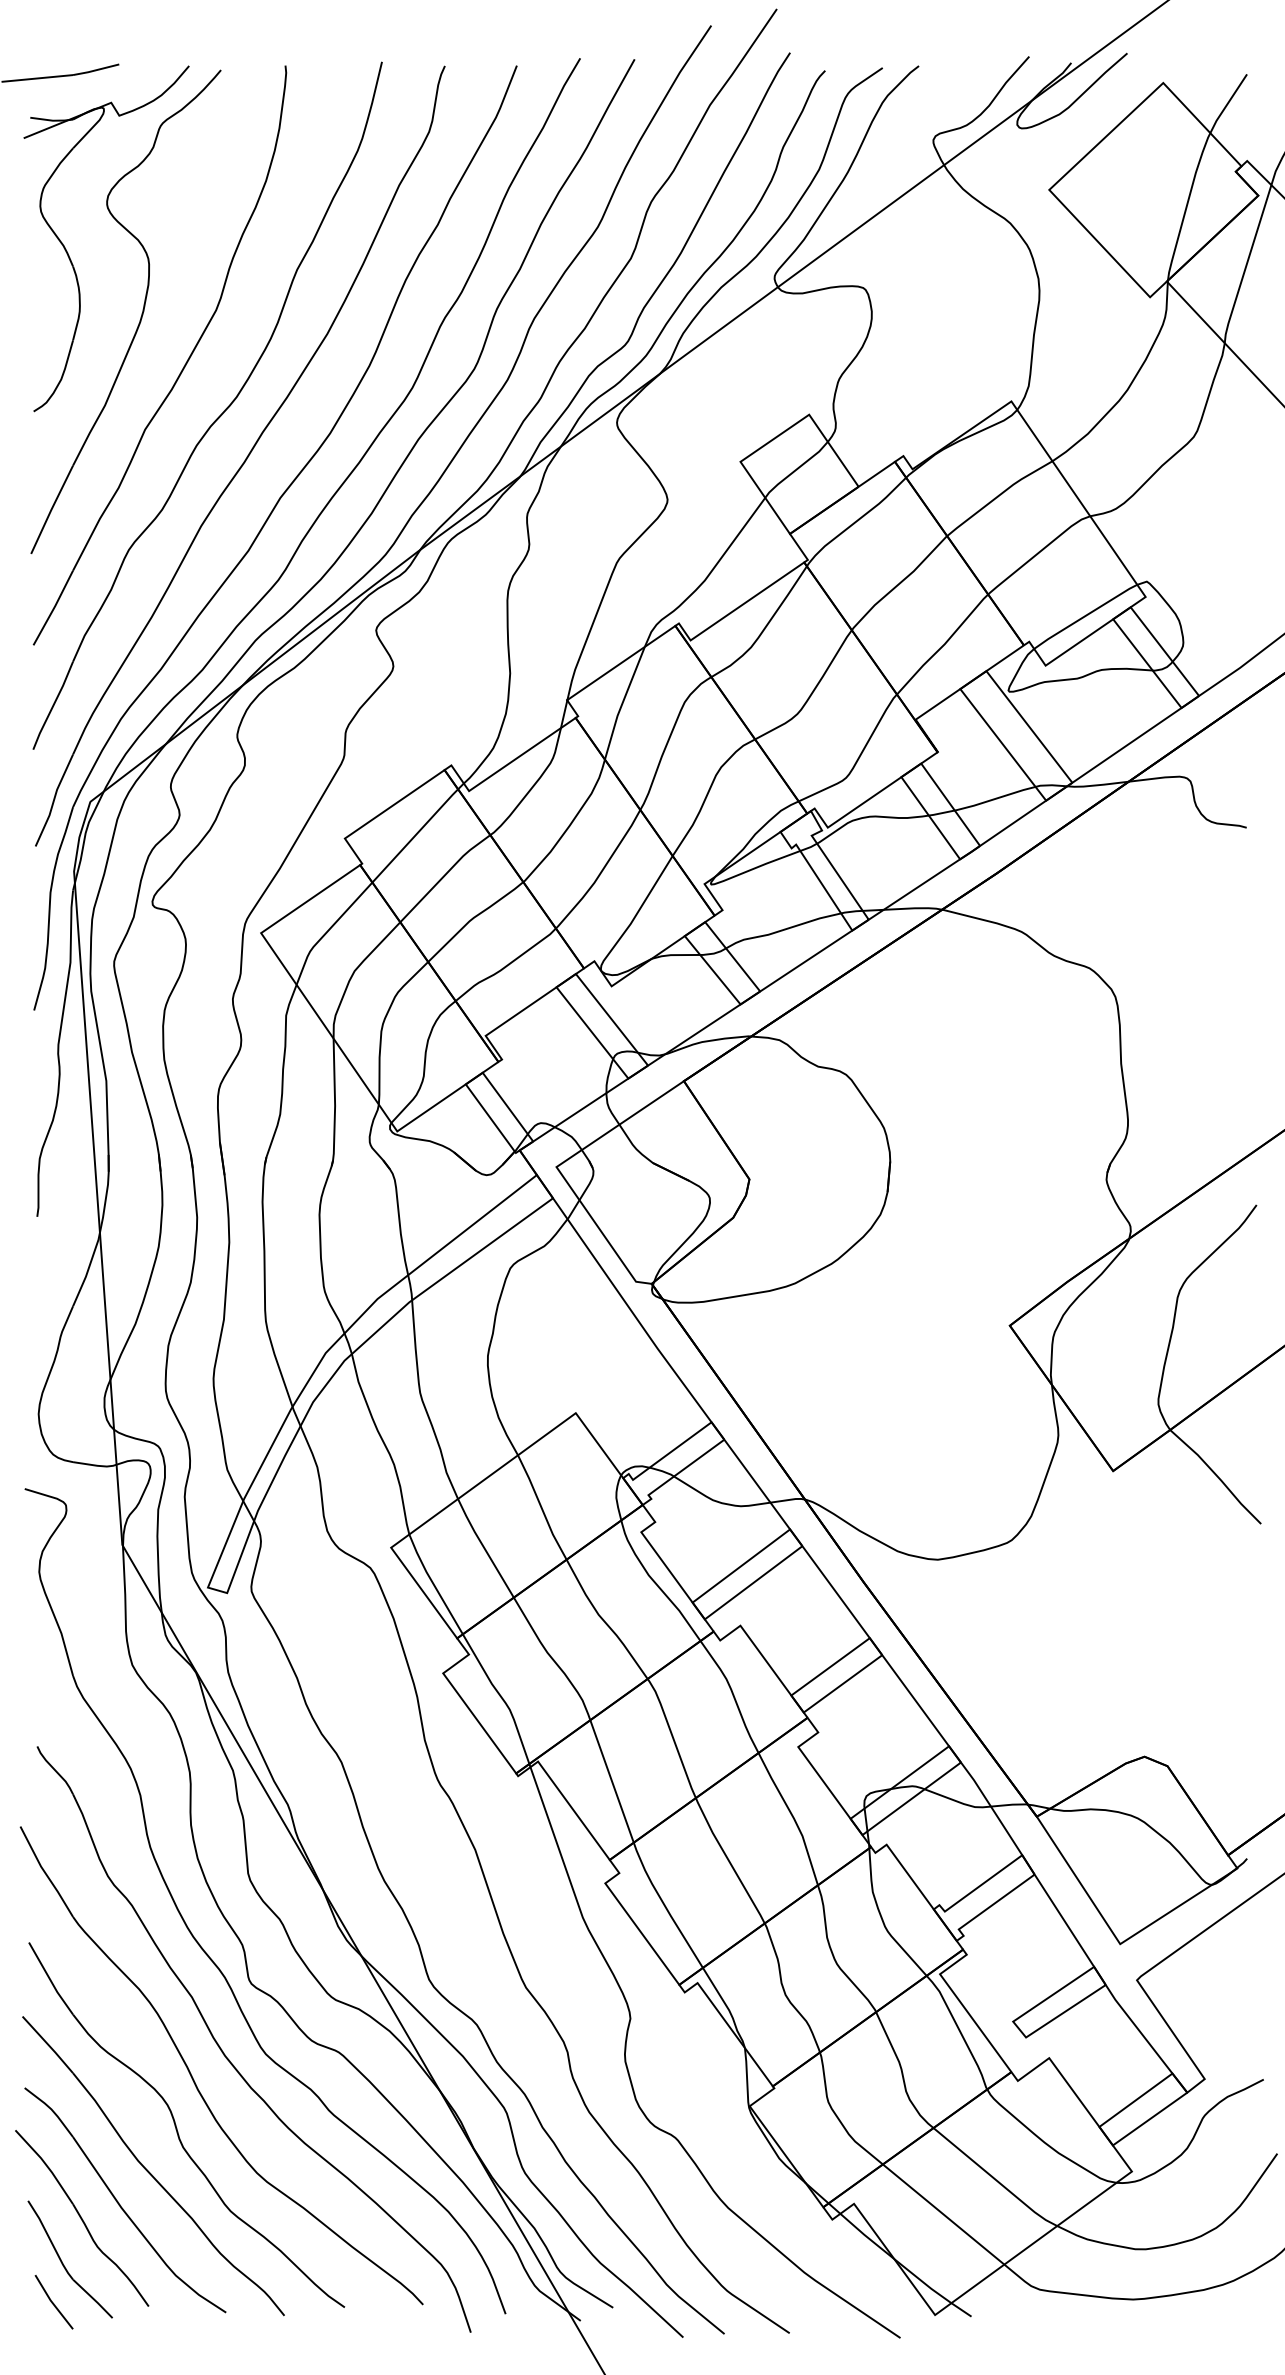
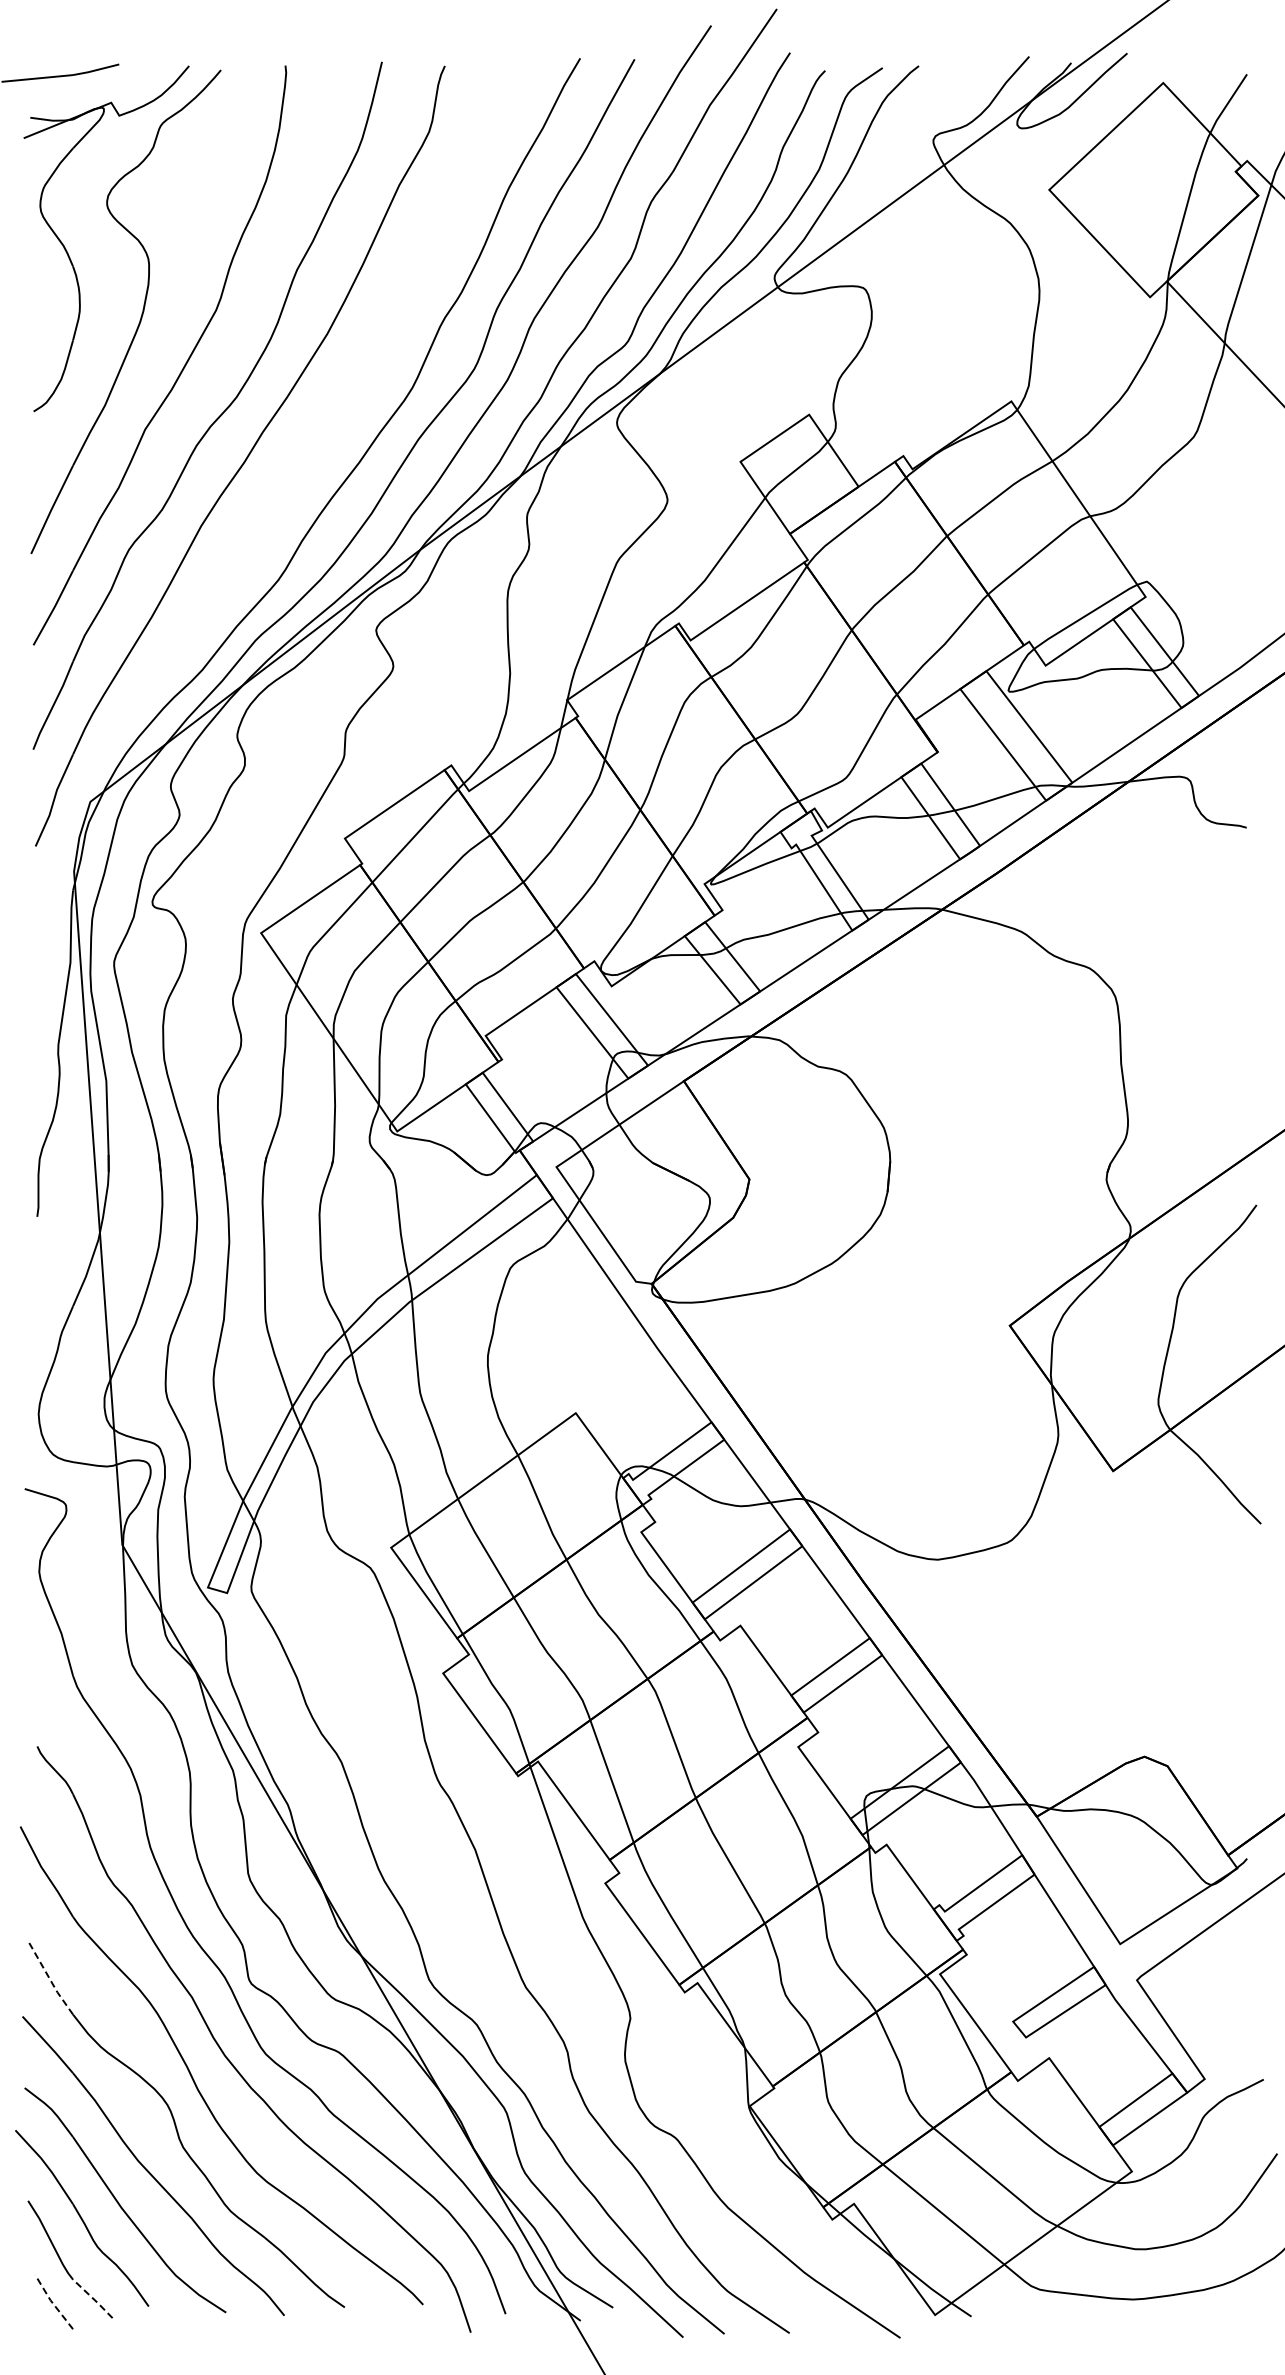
part at (261, 531): present -> none
line at (50, 1979): solid -> dashed
line at (93, 2299): solid -> dashed
line at (52, 2302): solid -> dashed
